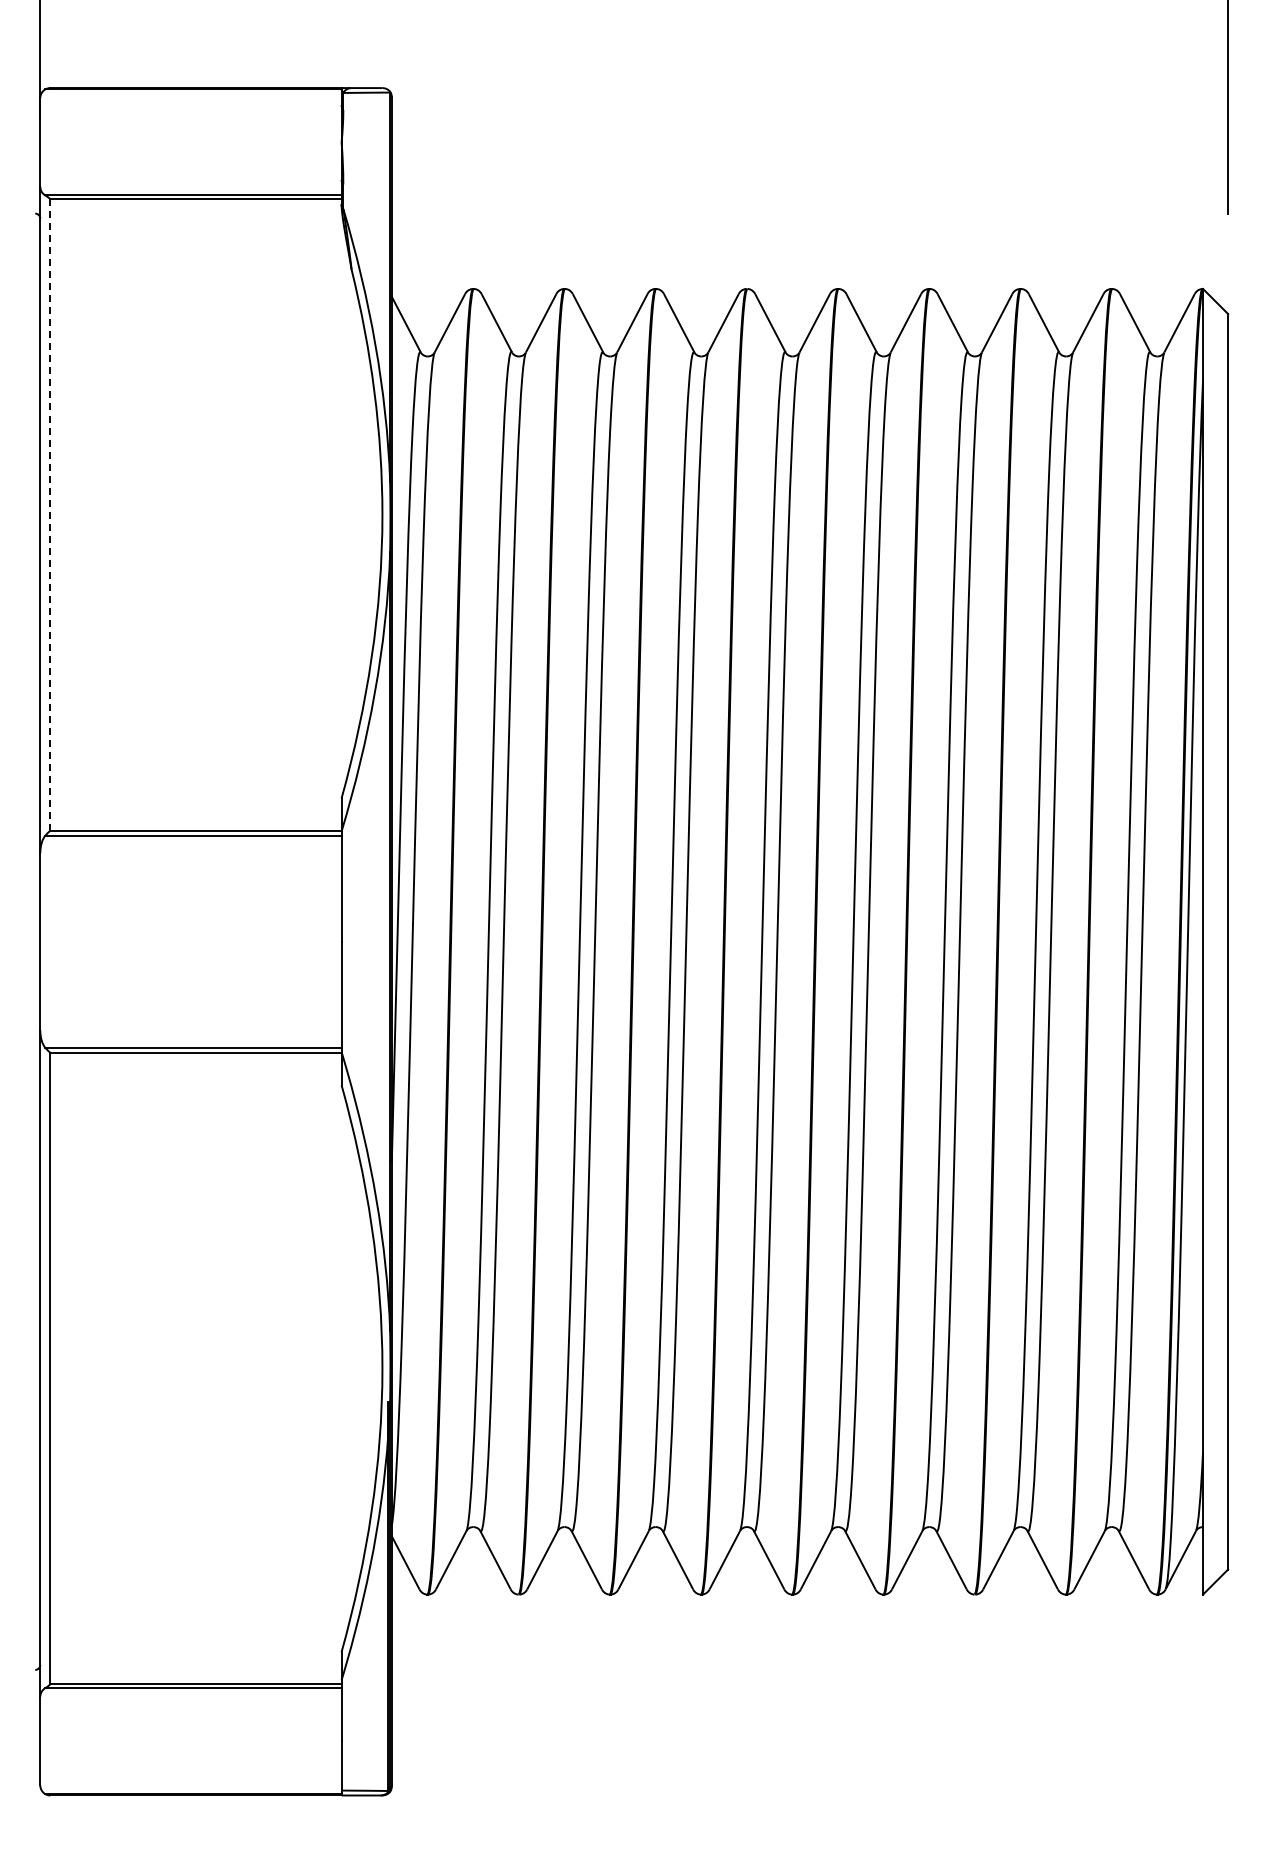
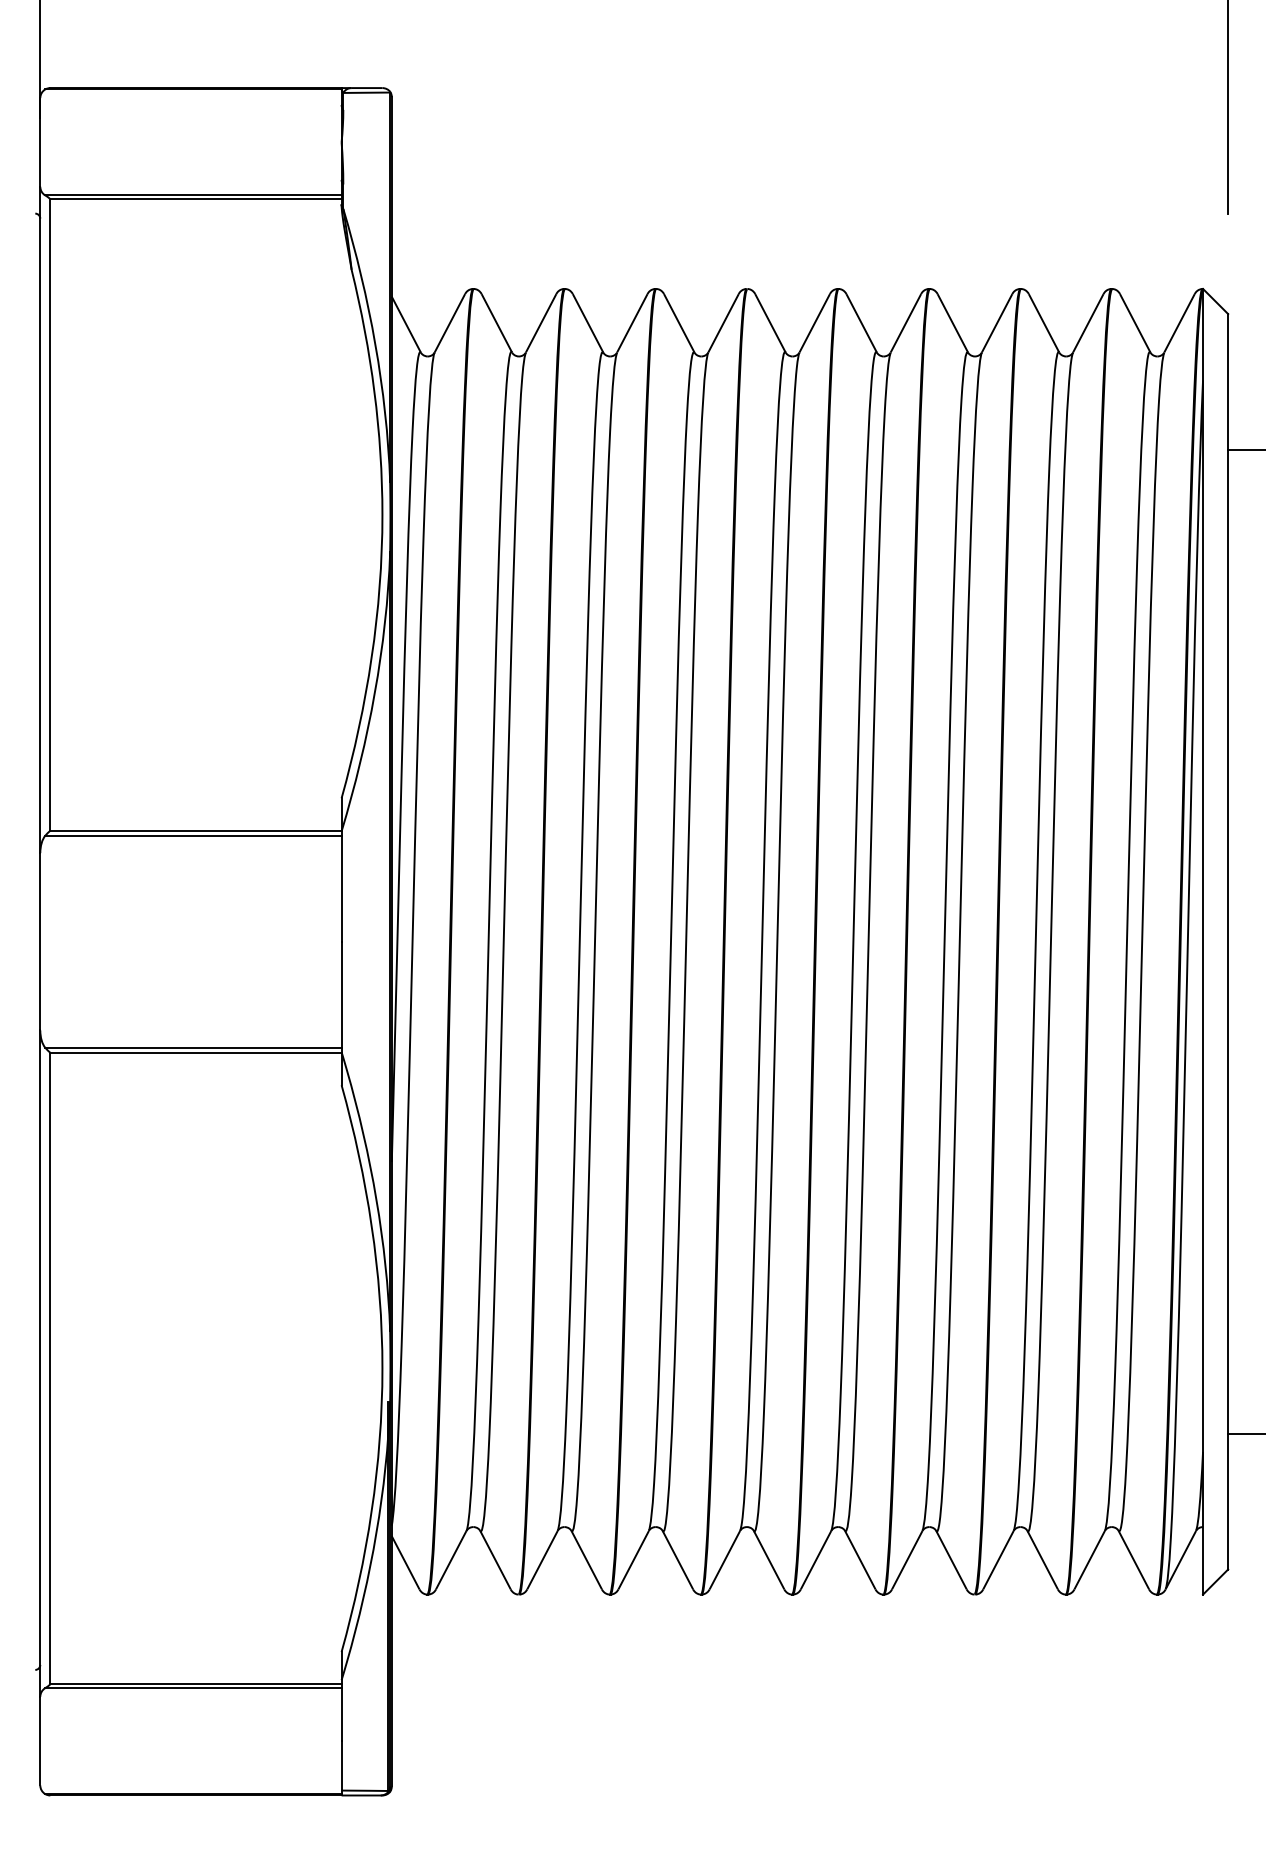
line at (1245, 449): none -> present
line at (50, 514): dashed -> solid
line at (1245, 1433): none -> present
